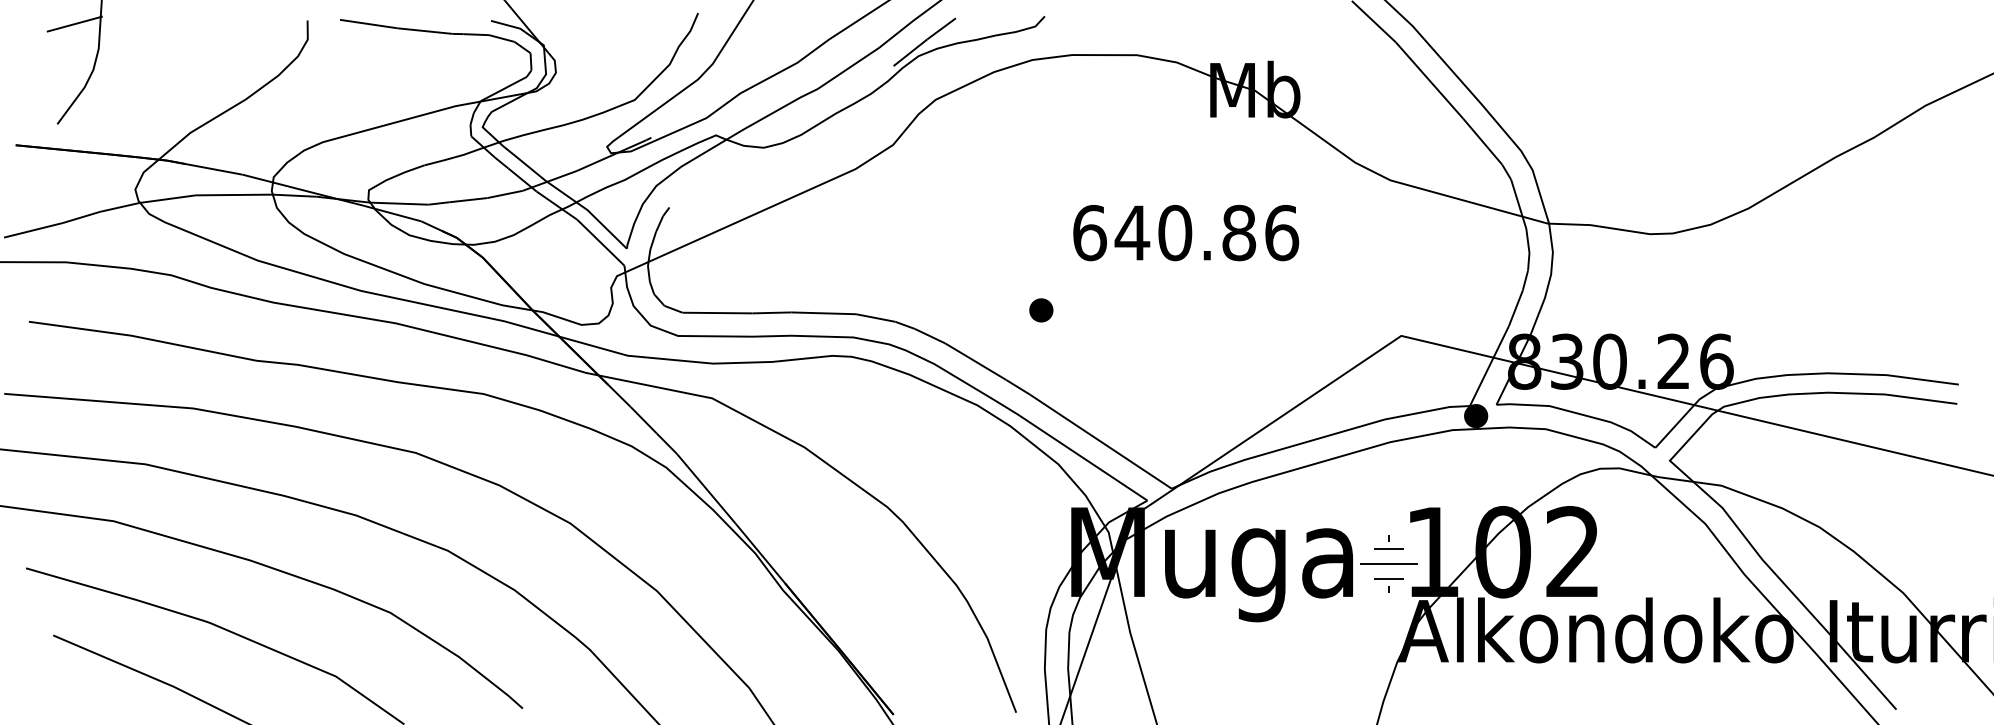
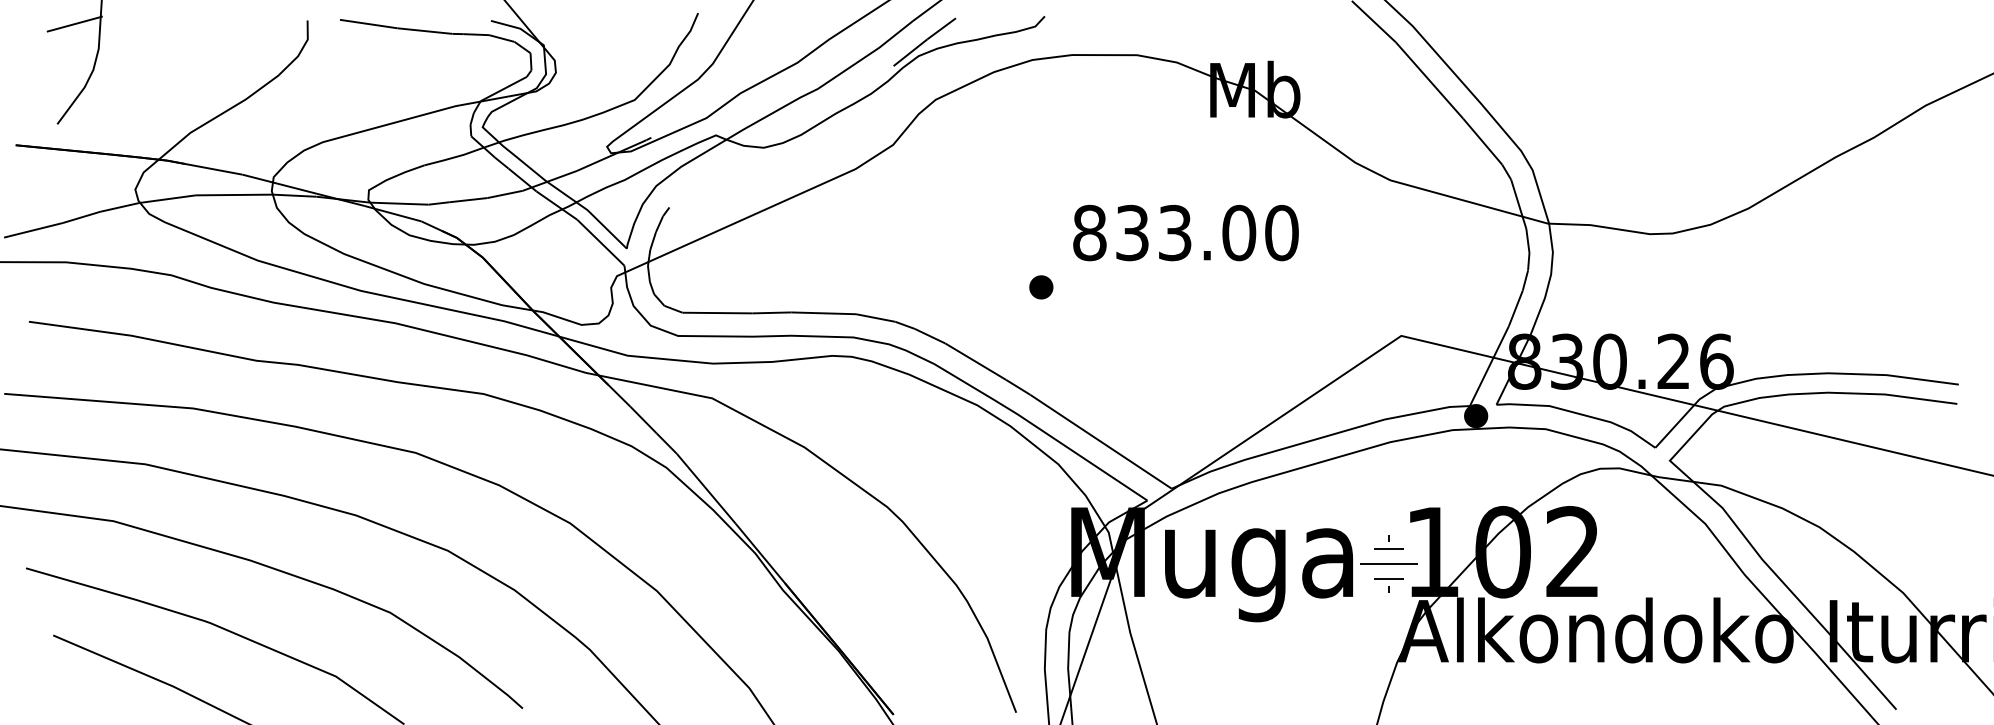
text at (1186, 232): 640.86 -> 833.00
part at (1041, 310) position: (1041, 310) -> (1041, 287)
